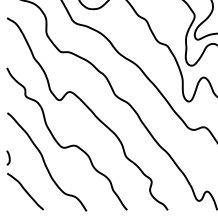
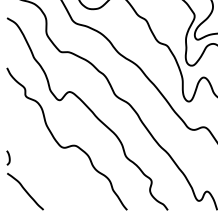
curve at (45, 162): present -> none
